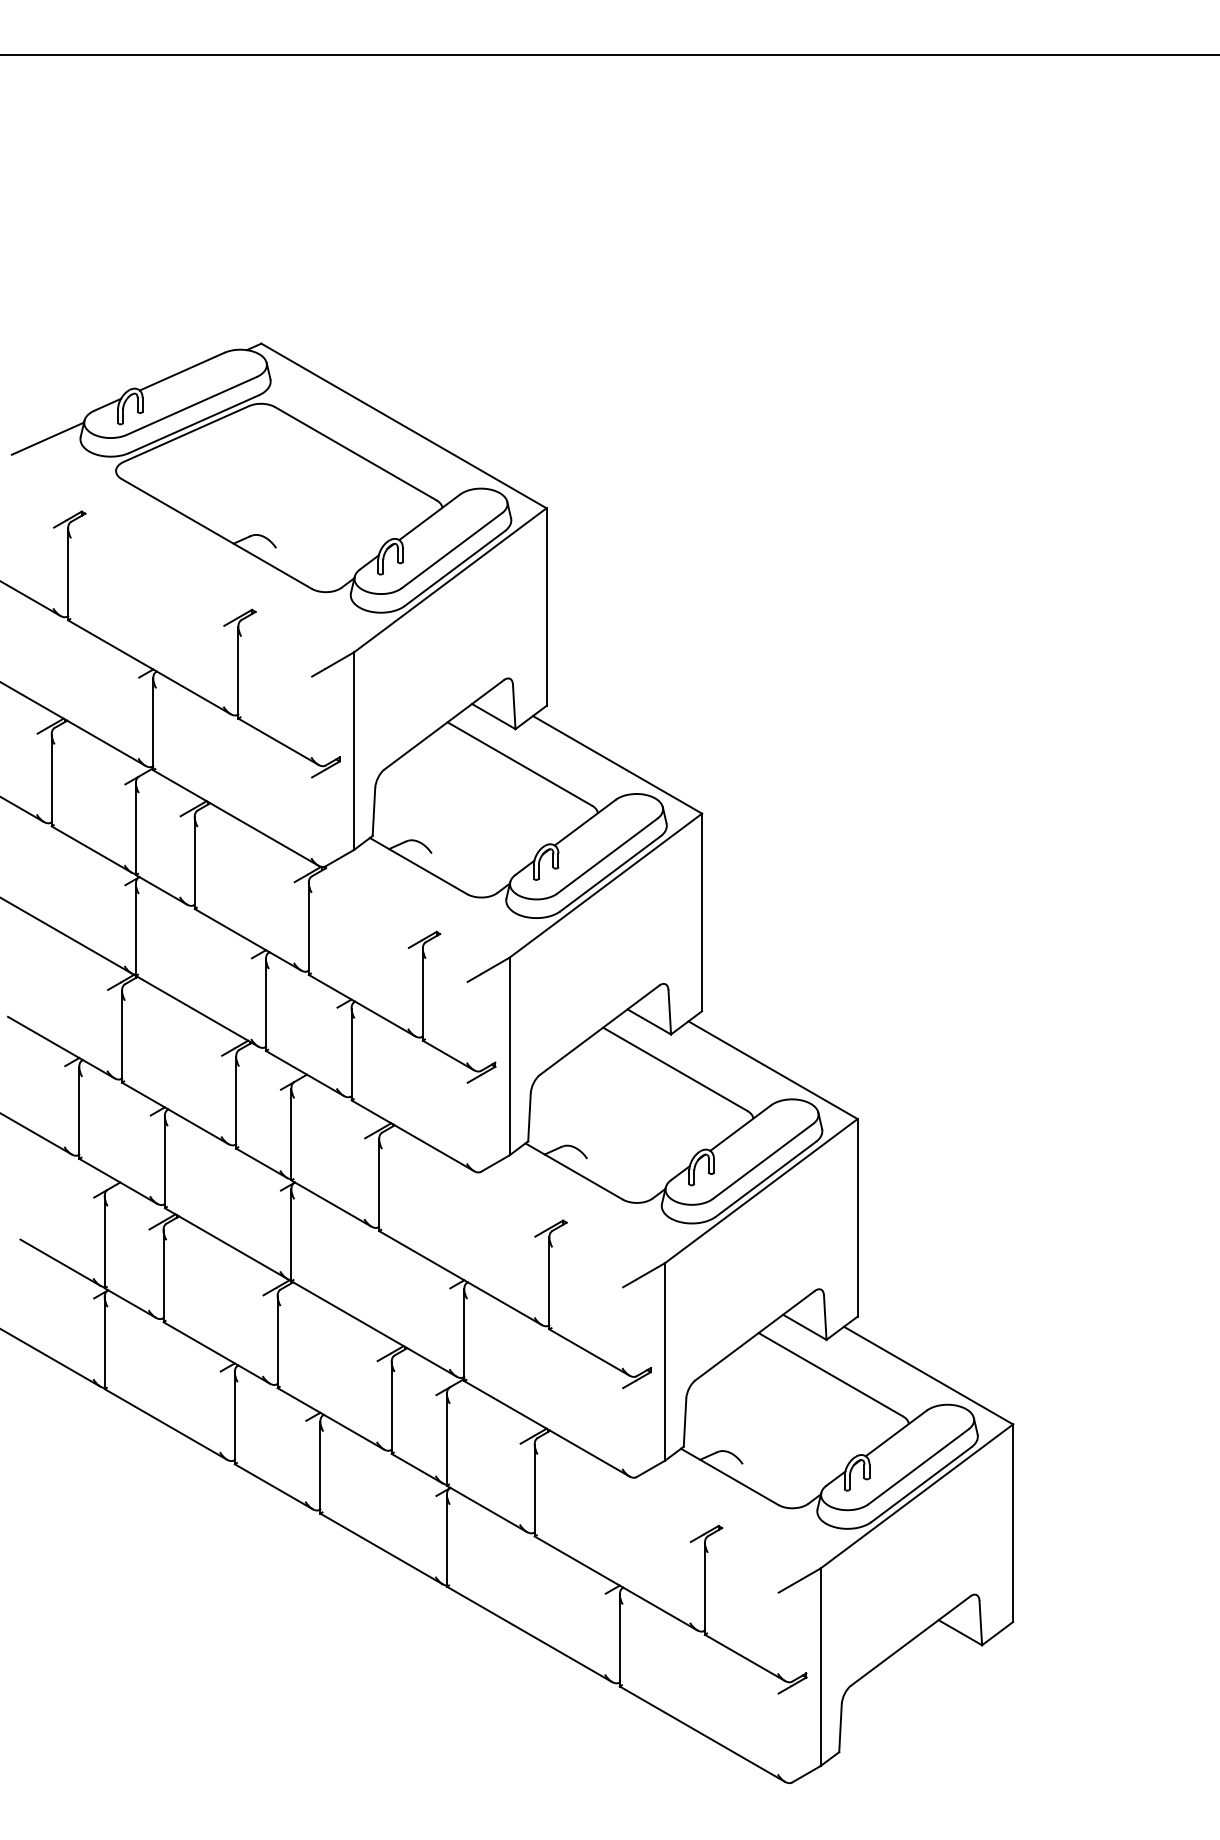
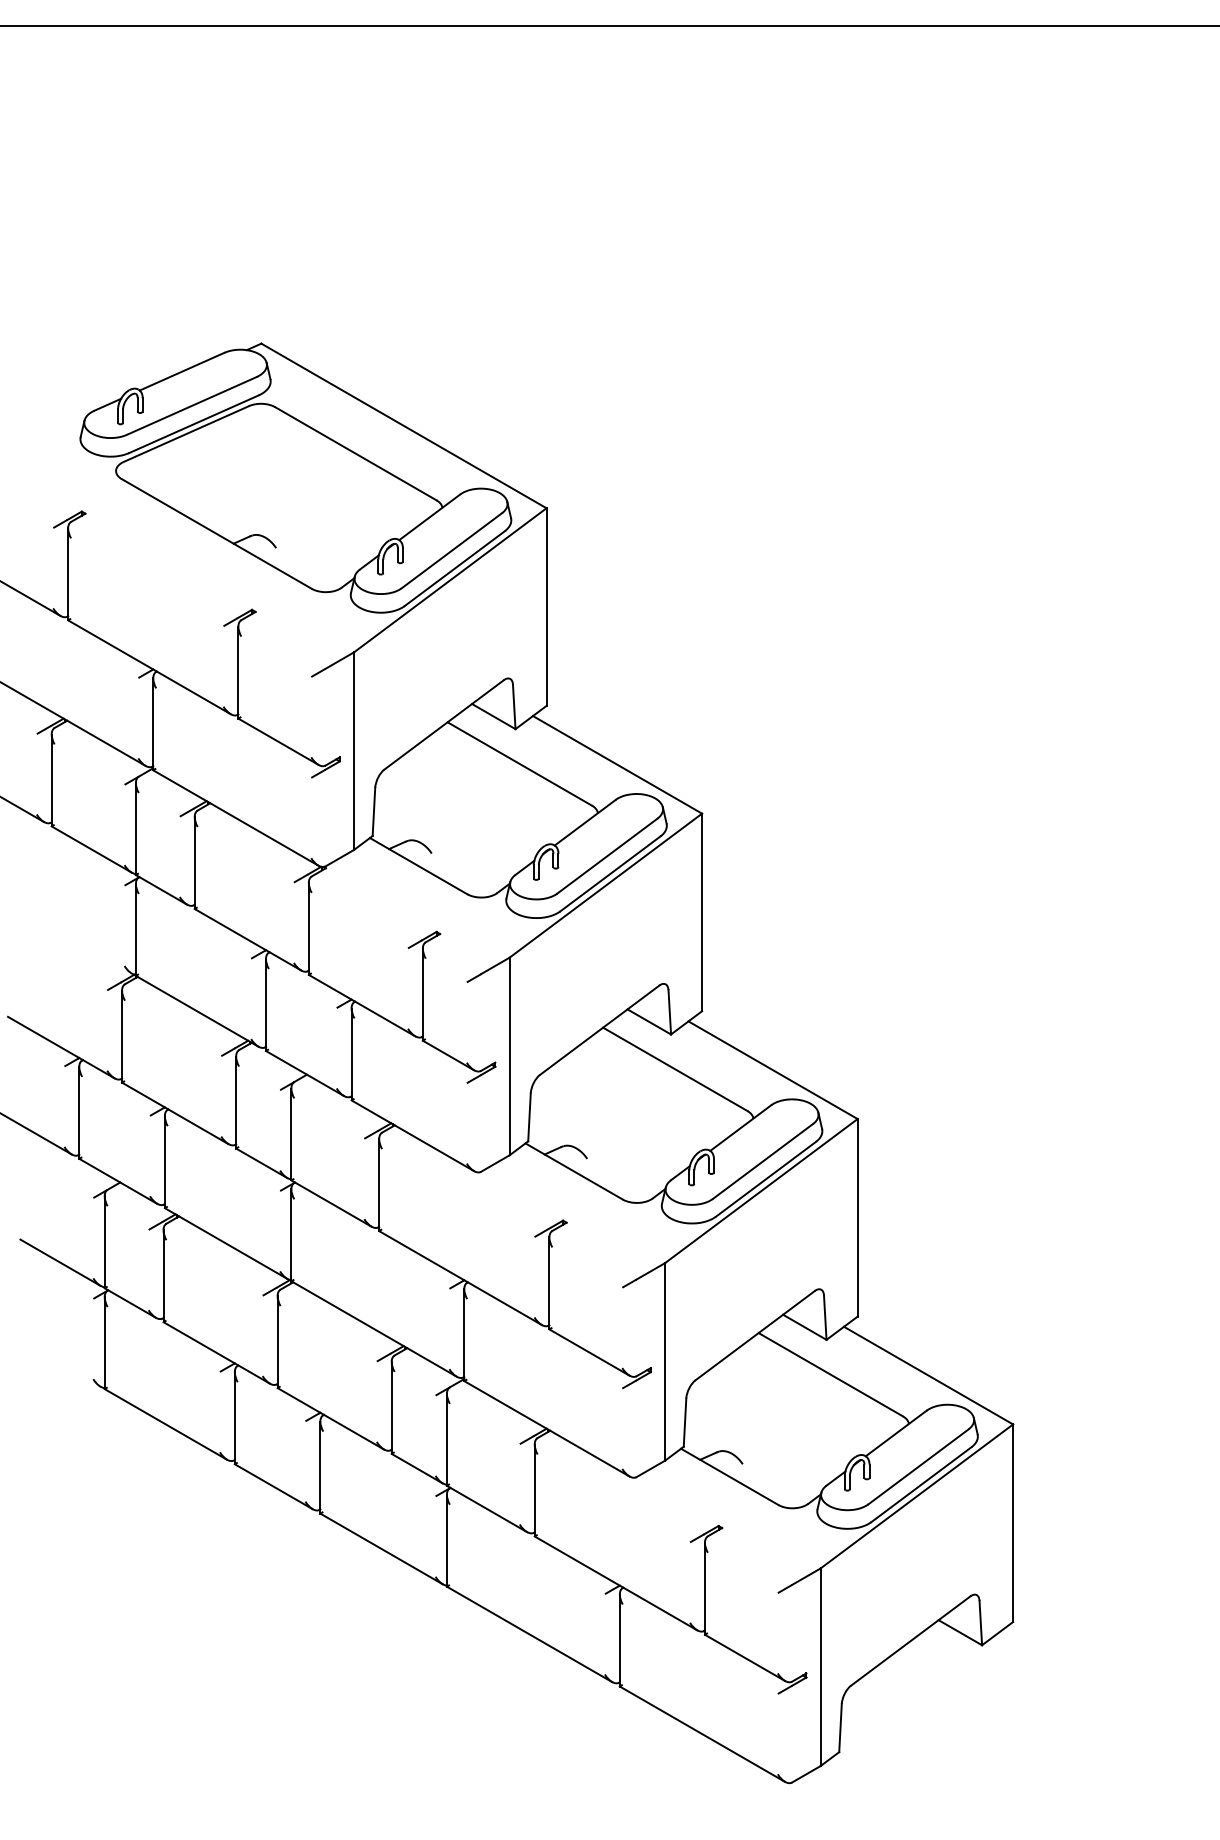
line at (609, 55) position: (609, 55) -> (609, 26)
line at (47, 438): present -> none
line at (66, 935): present -> none
line at (51, 1358): present -> none
